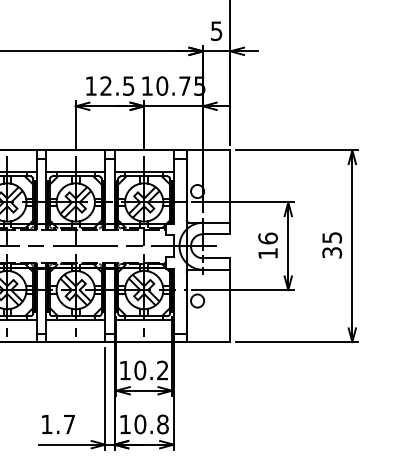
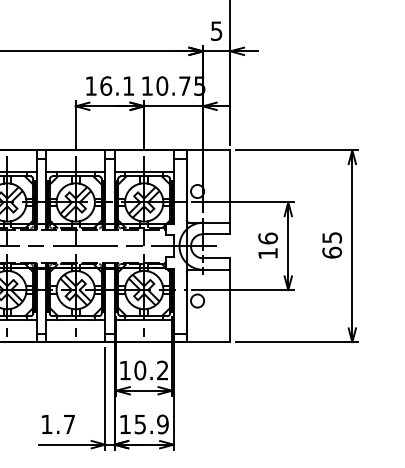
text at (117, 85): 12.5 -> 16.1
text at (331, 252): 35 -> 65
text at (151, 424): 10.8 -> 15.9
